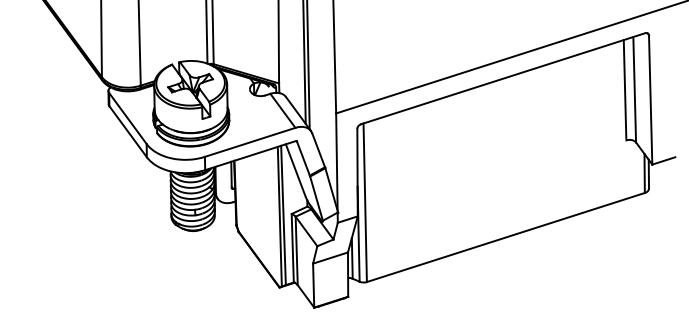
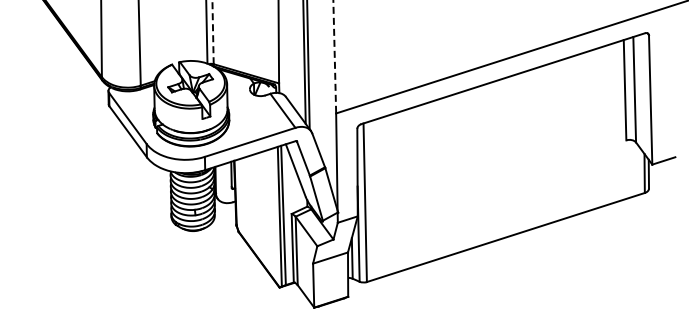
line at (213, 32): solid -> dashed
line at (334, 57): solid -> dashed
